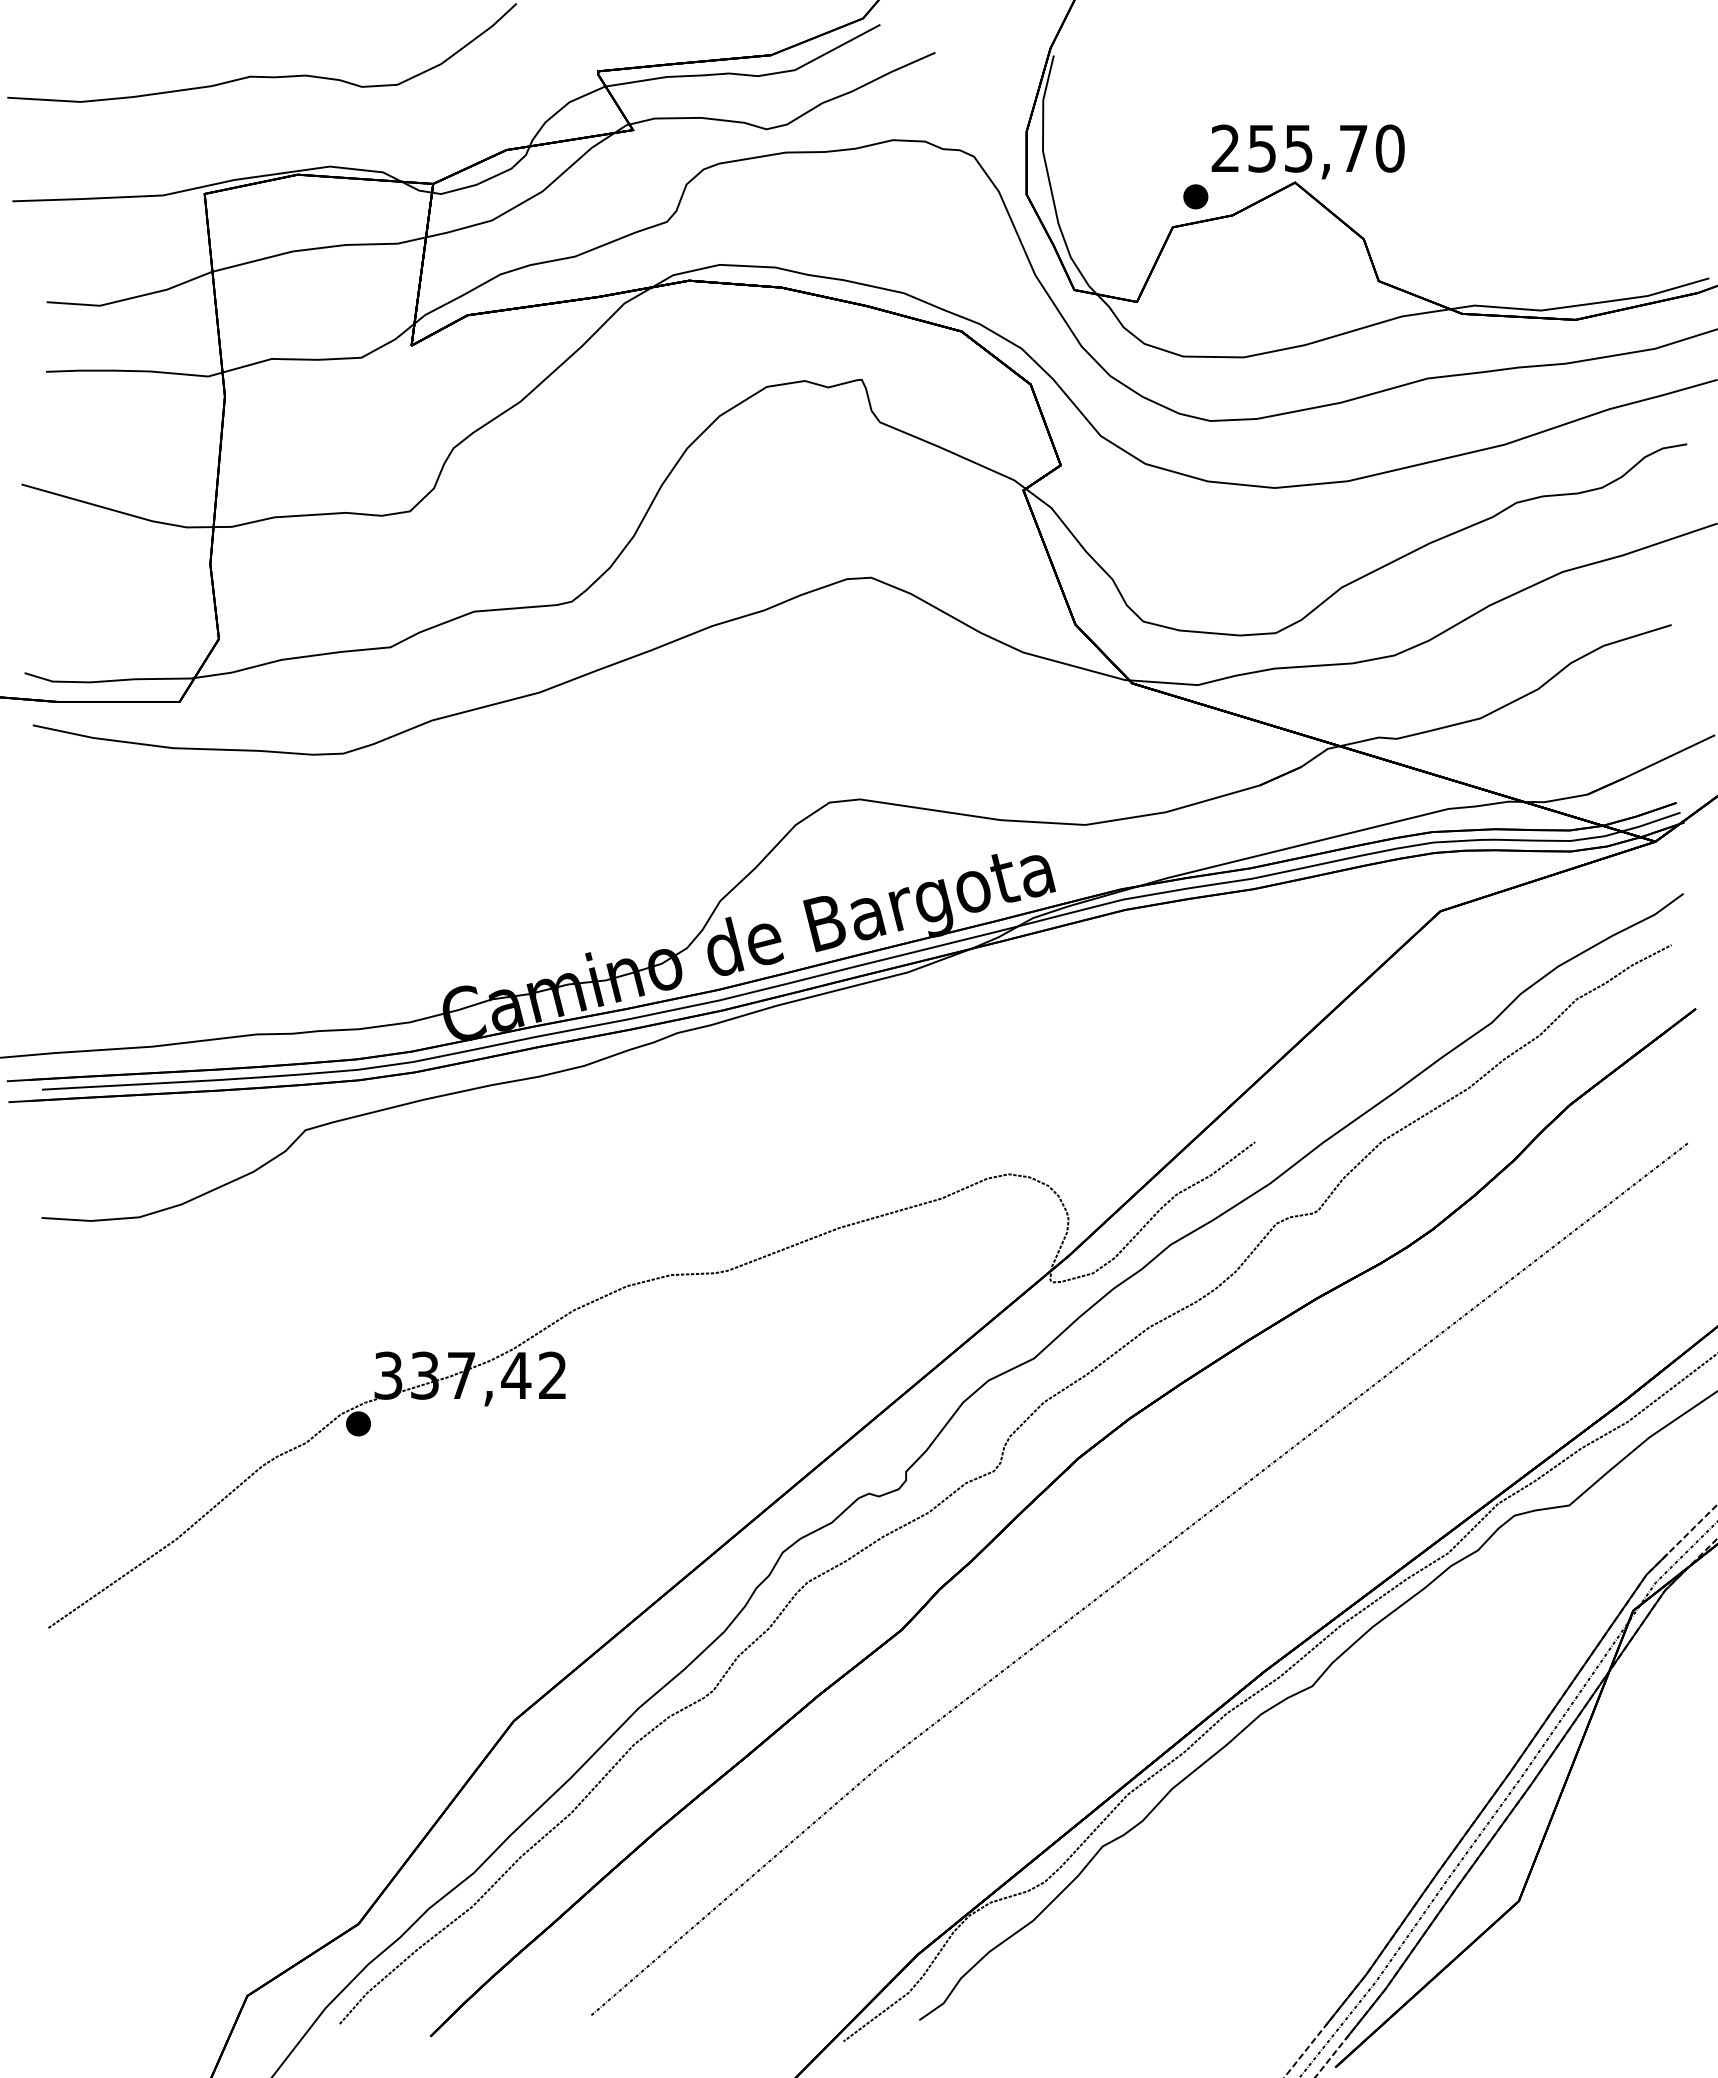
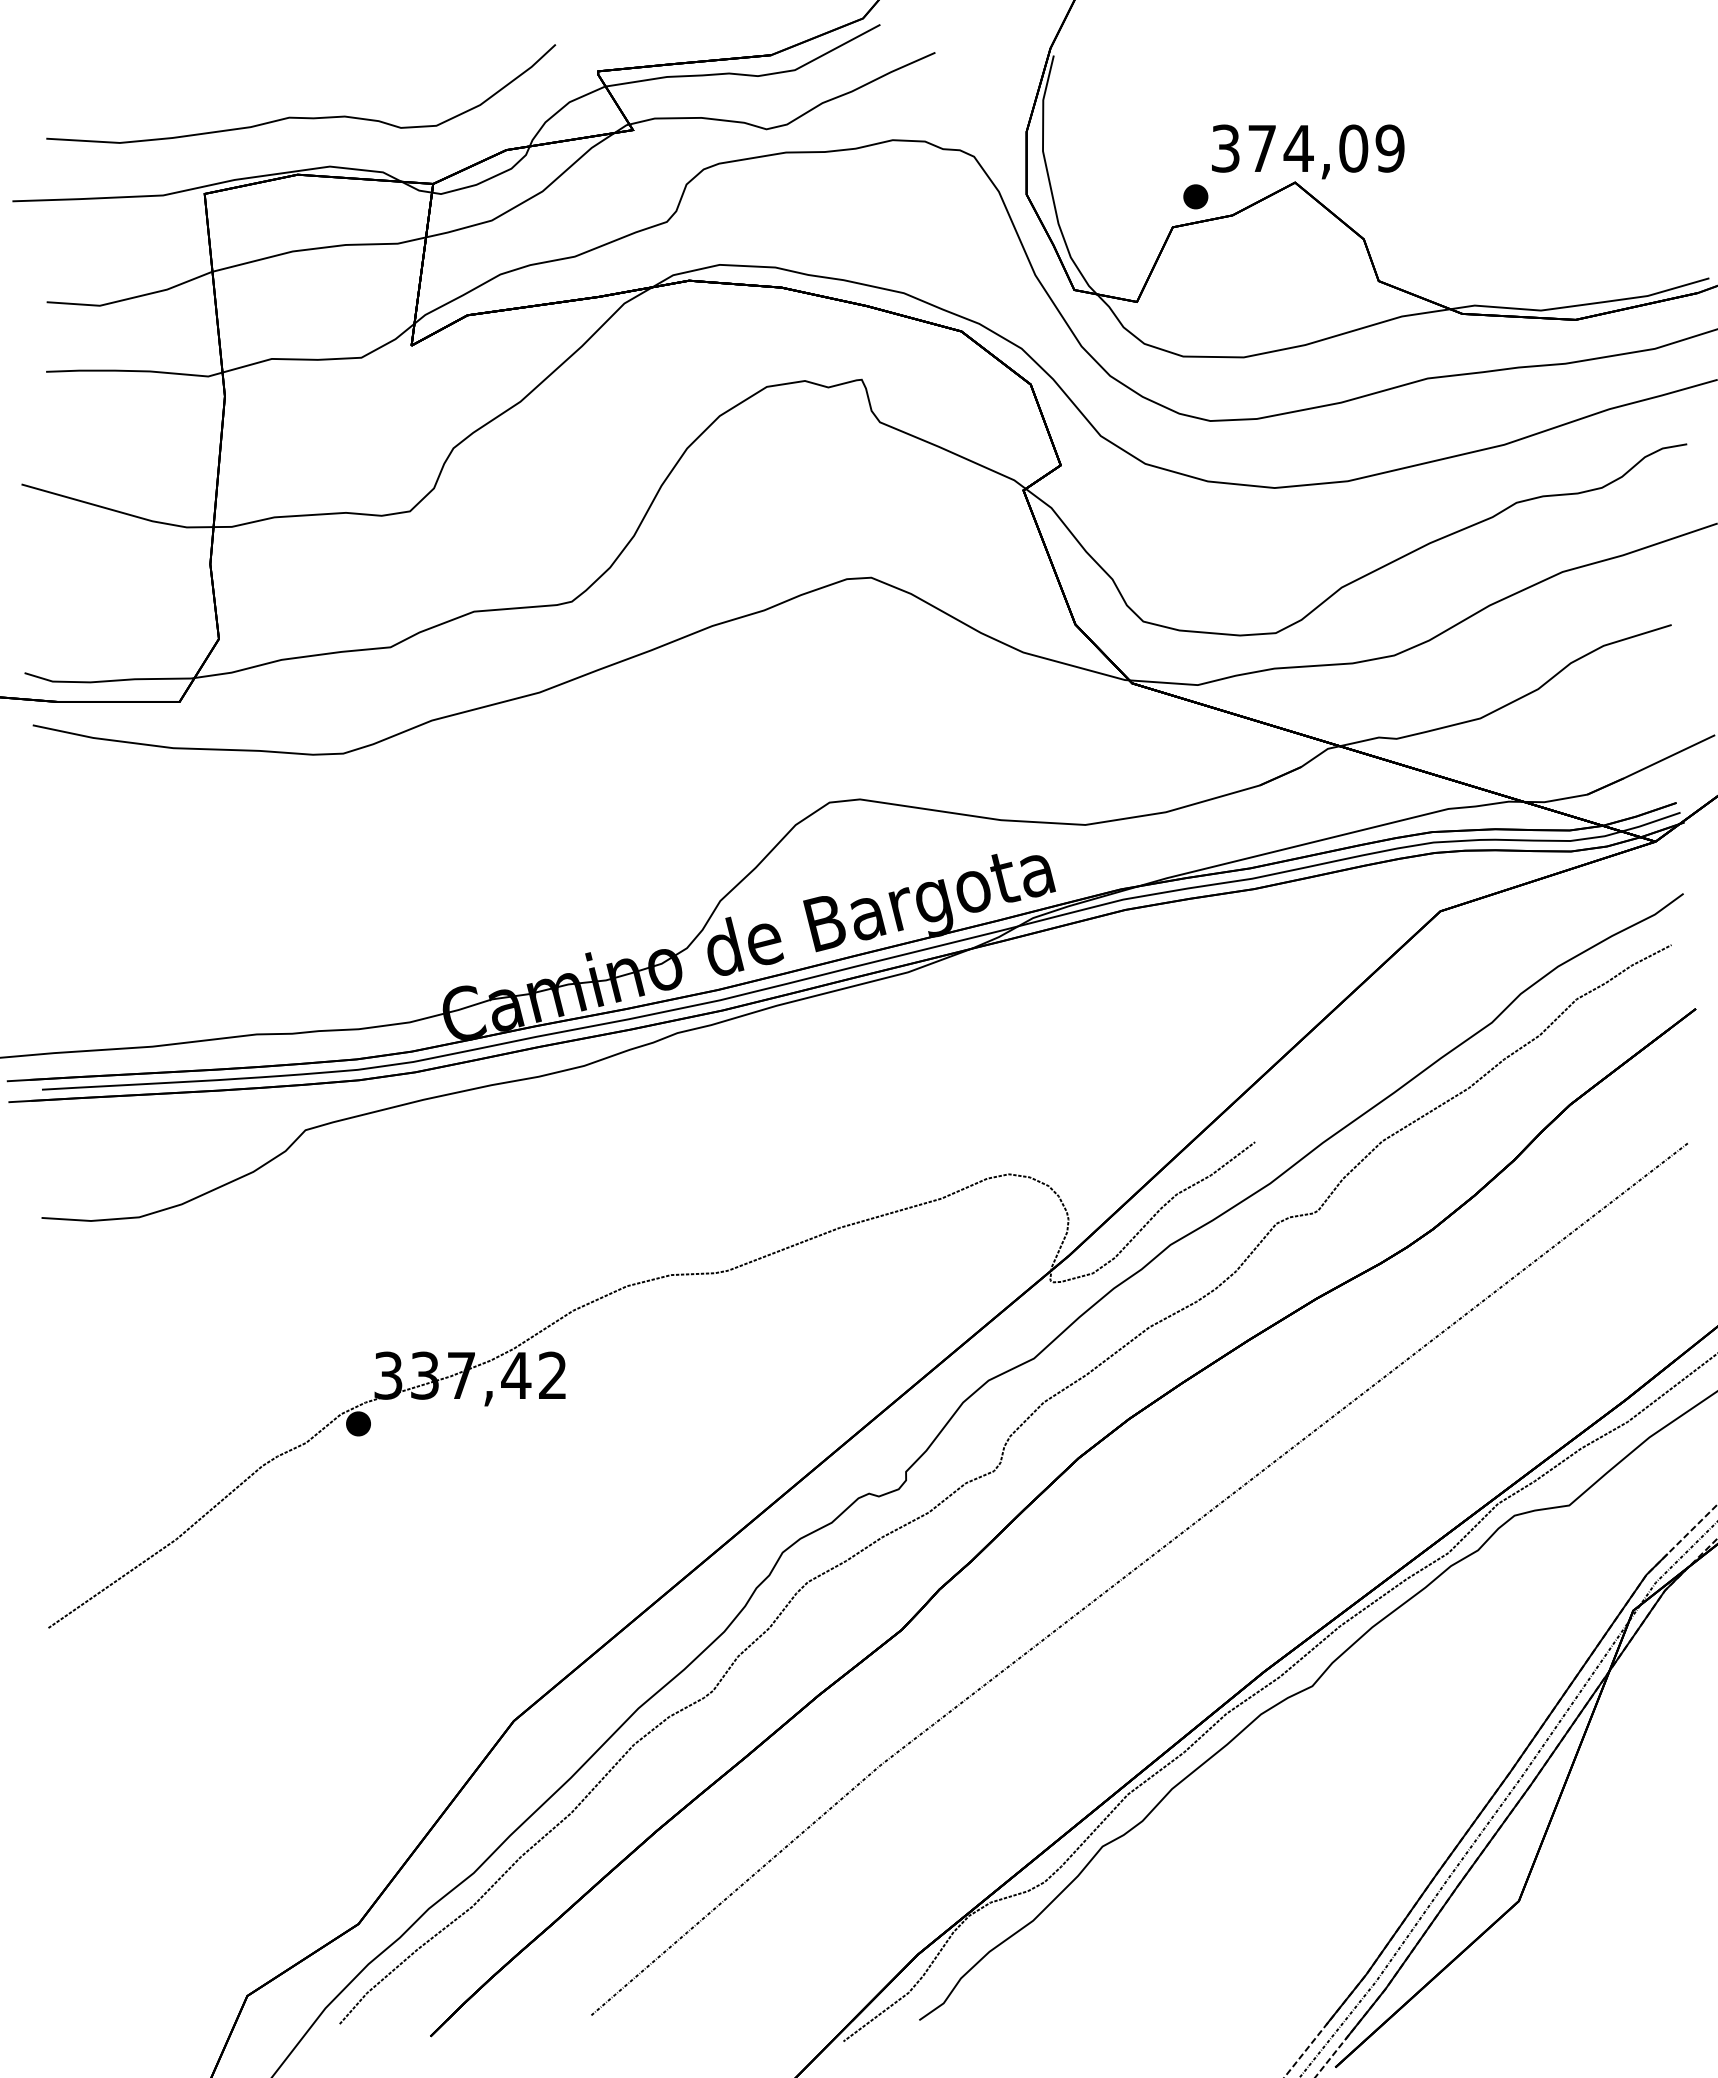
curve at (262, 76) position: (262, 76) -> (301, 117)
text at (1307, 148): 255,70 -> 374,09
